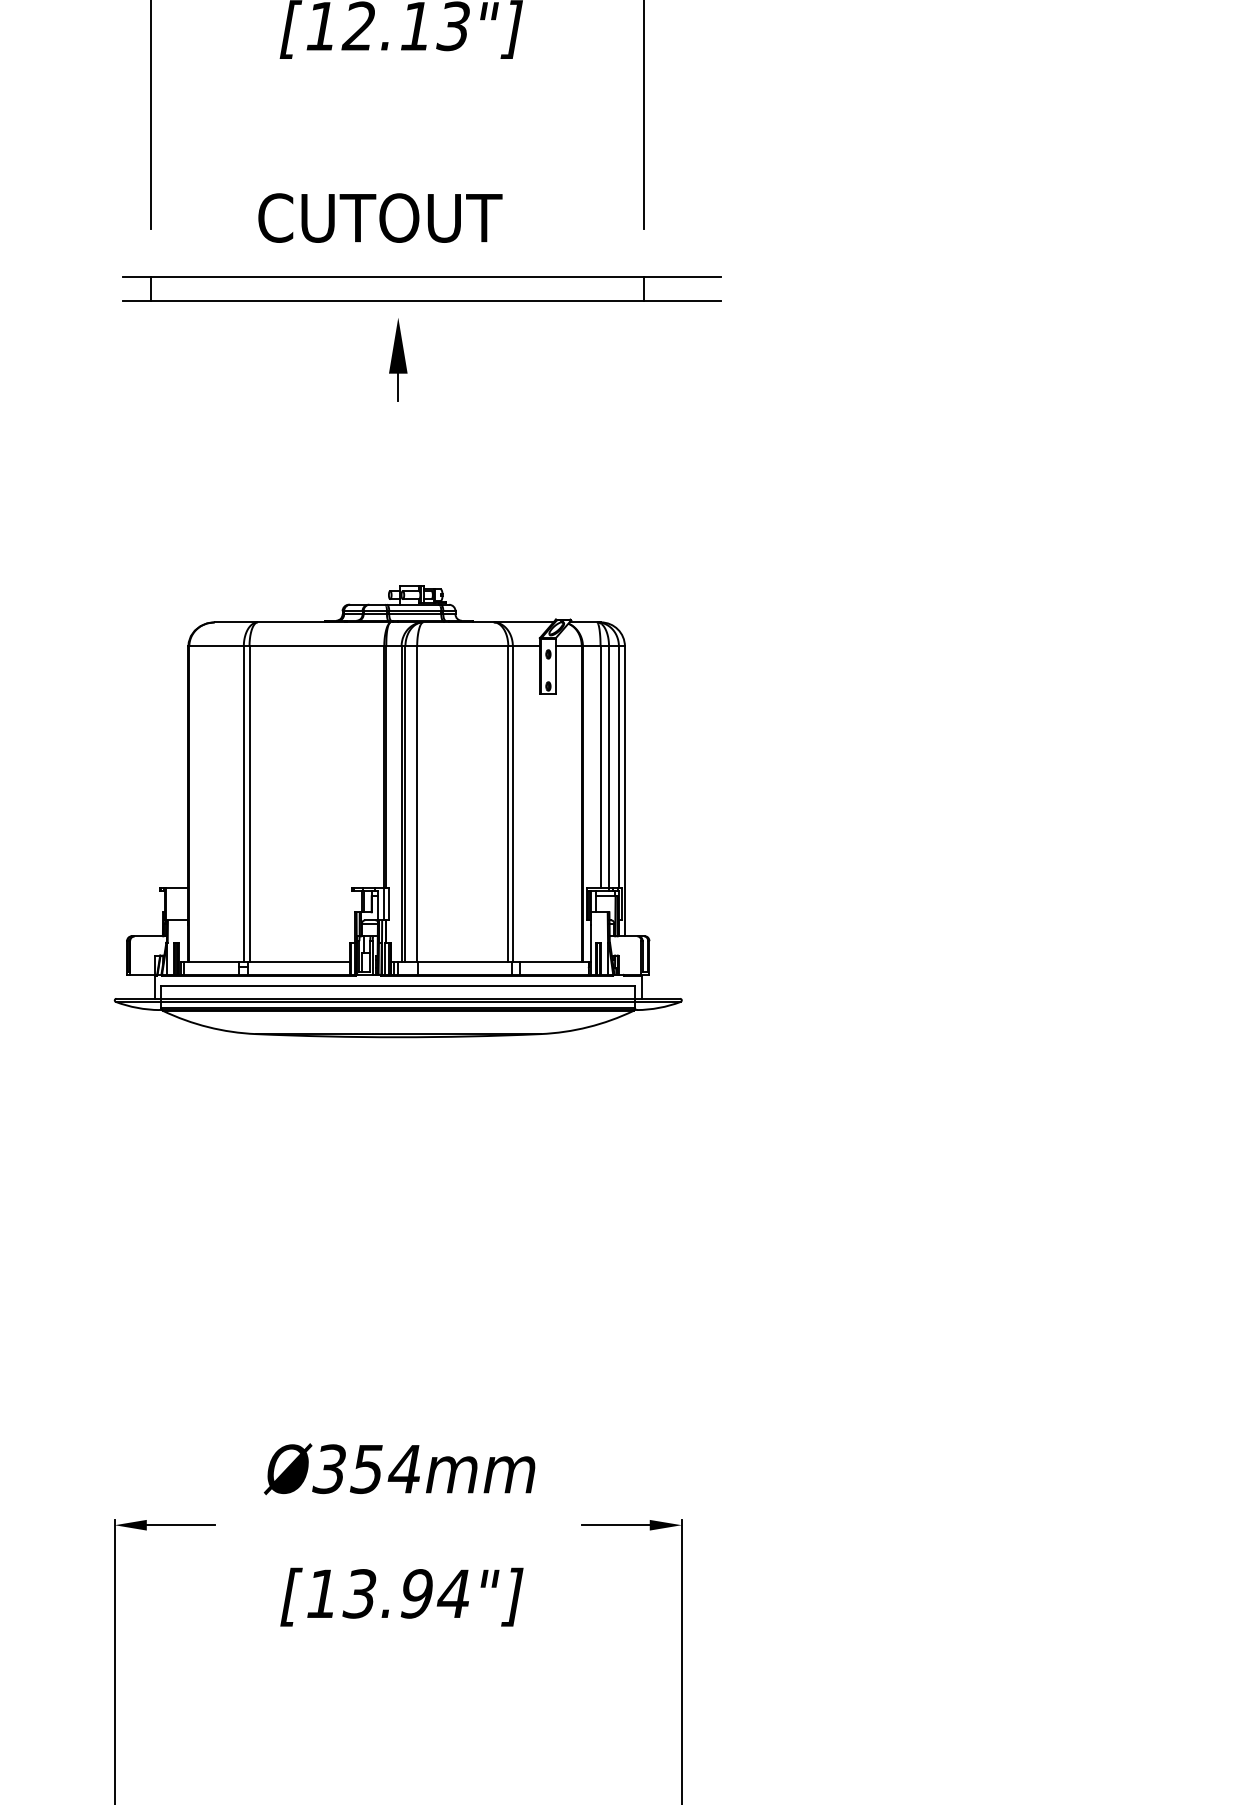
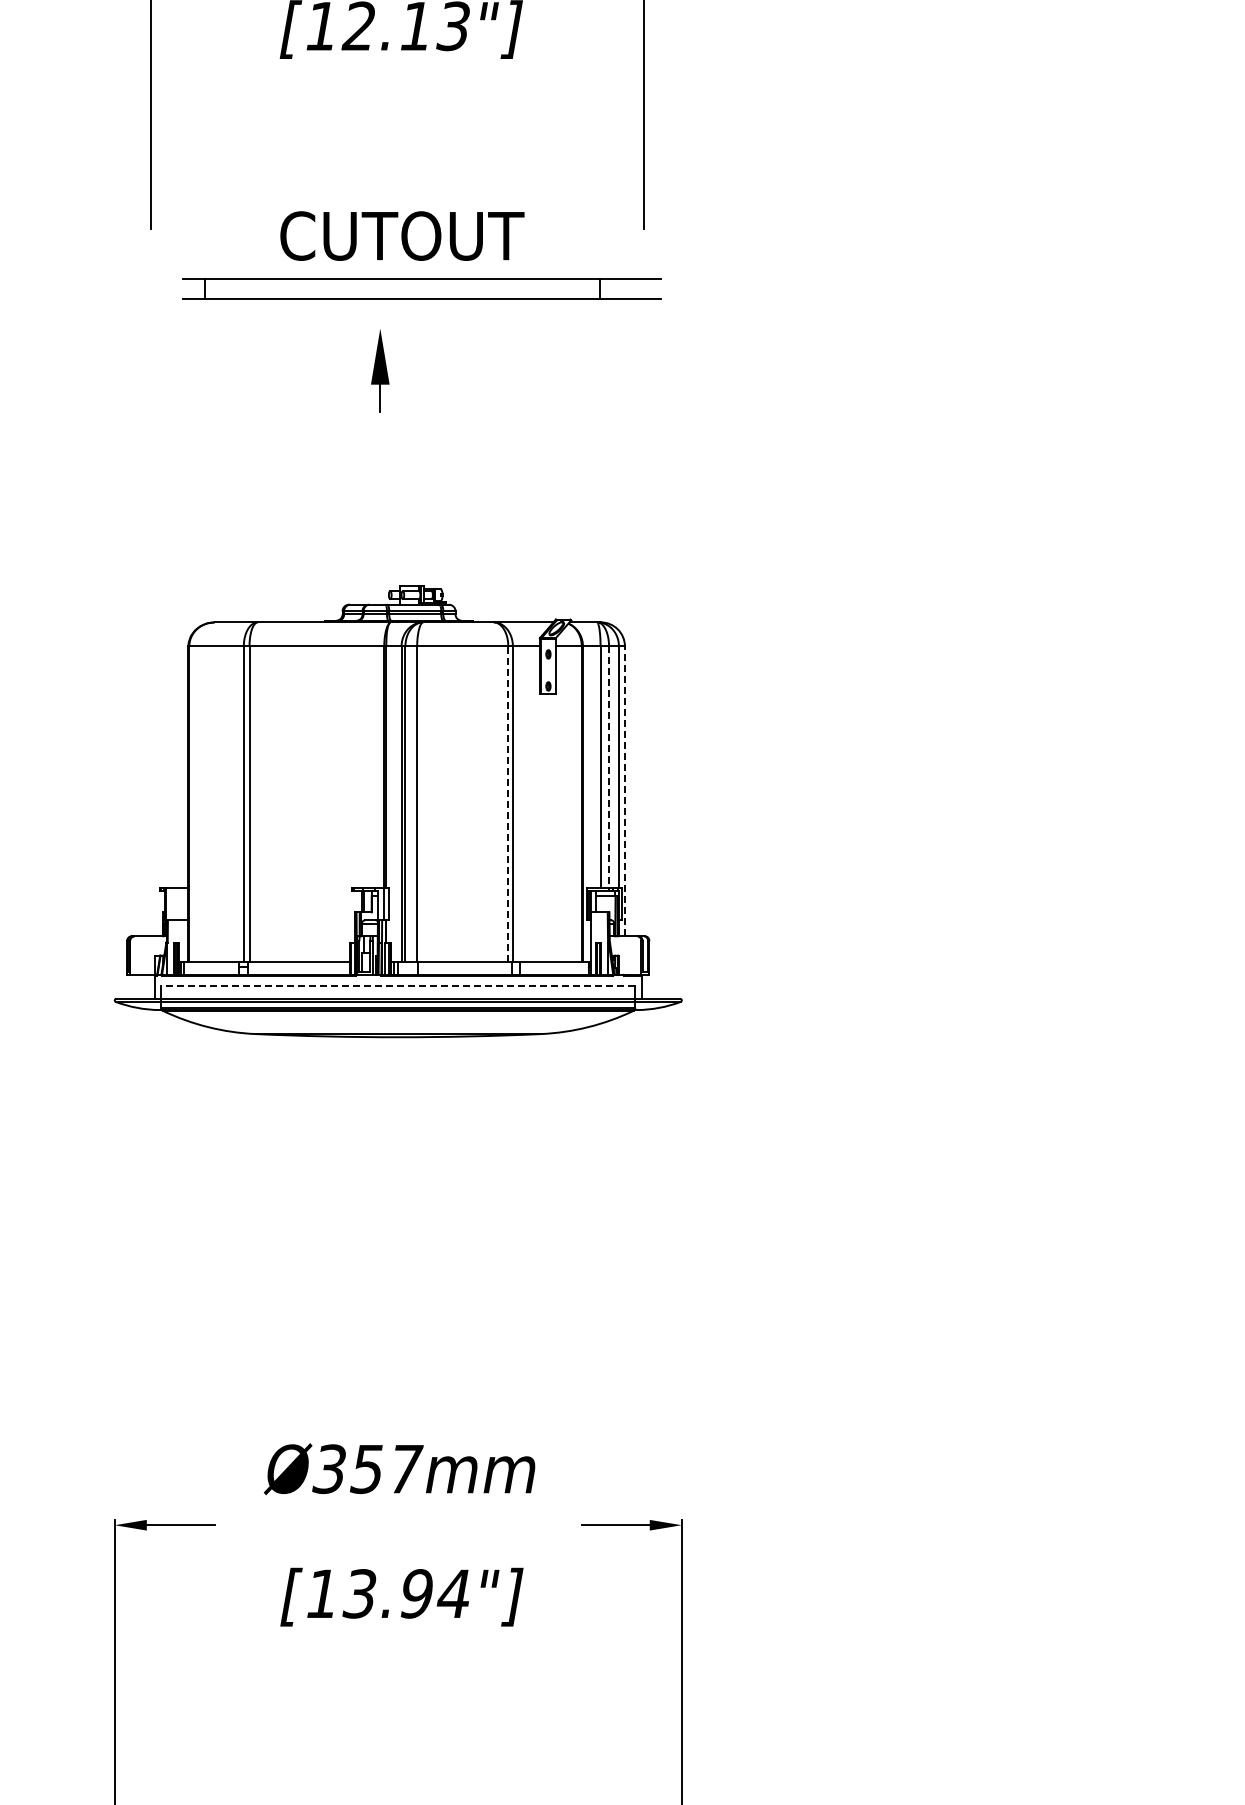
text at (380, 217) position: (380, 217) -> (402, 235)
part at (421, 288) size: 600x26 px -> 480x22 px
part at (398, 359) position: (398, 359) -> (380, 370)
line at (609, 767): solid -> dashed
line at (624, 791): solid -> dashed
line at (508, 804): solid -> dashed
line at (397, 986): solid -> dashed
text at (405, 1469): Ø354mm -> Ø357mm
